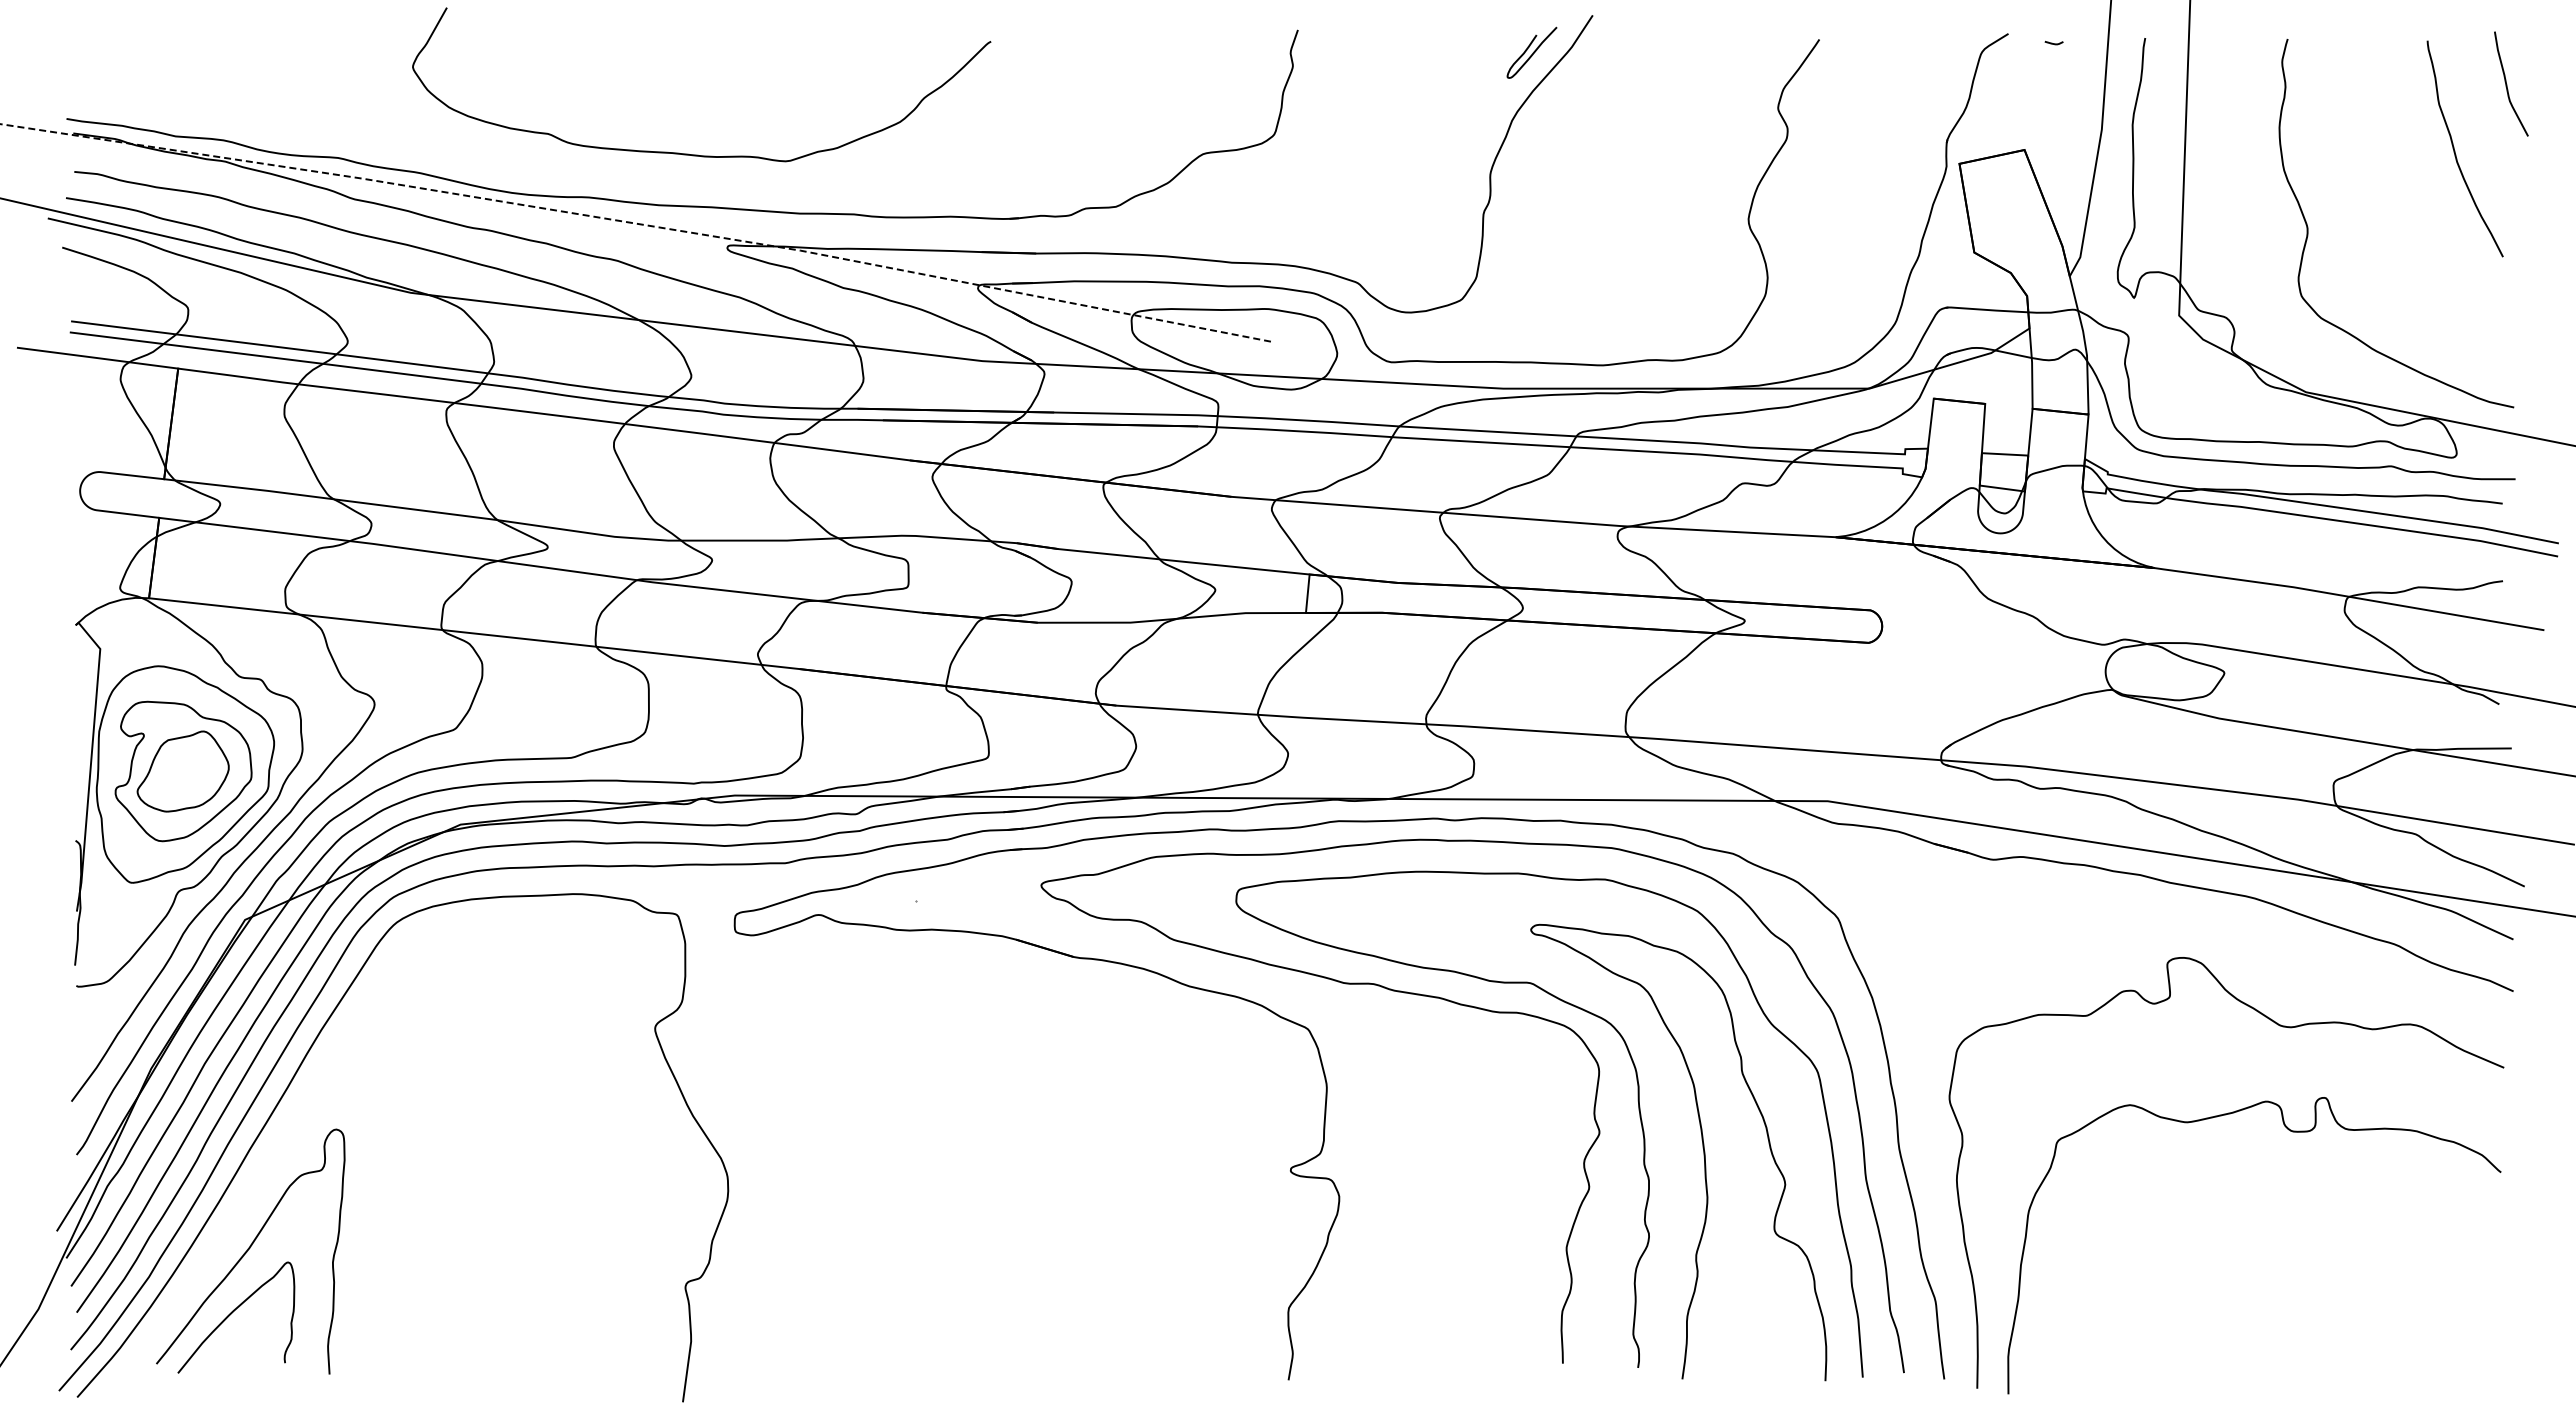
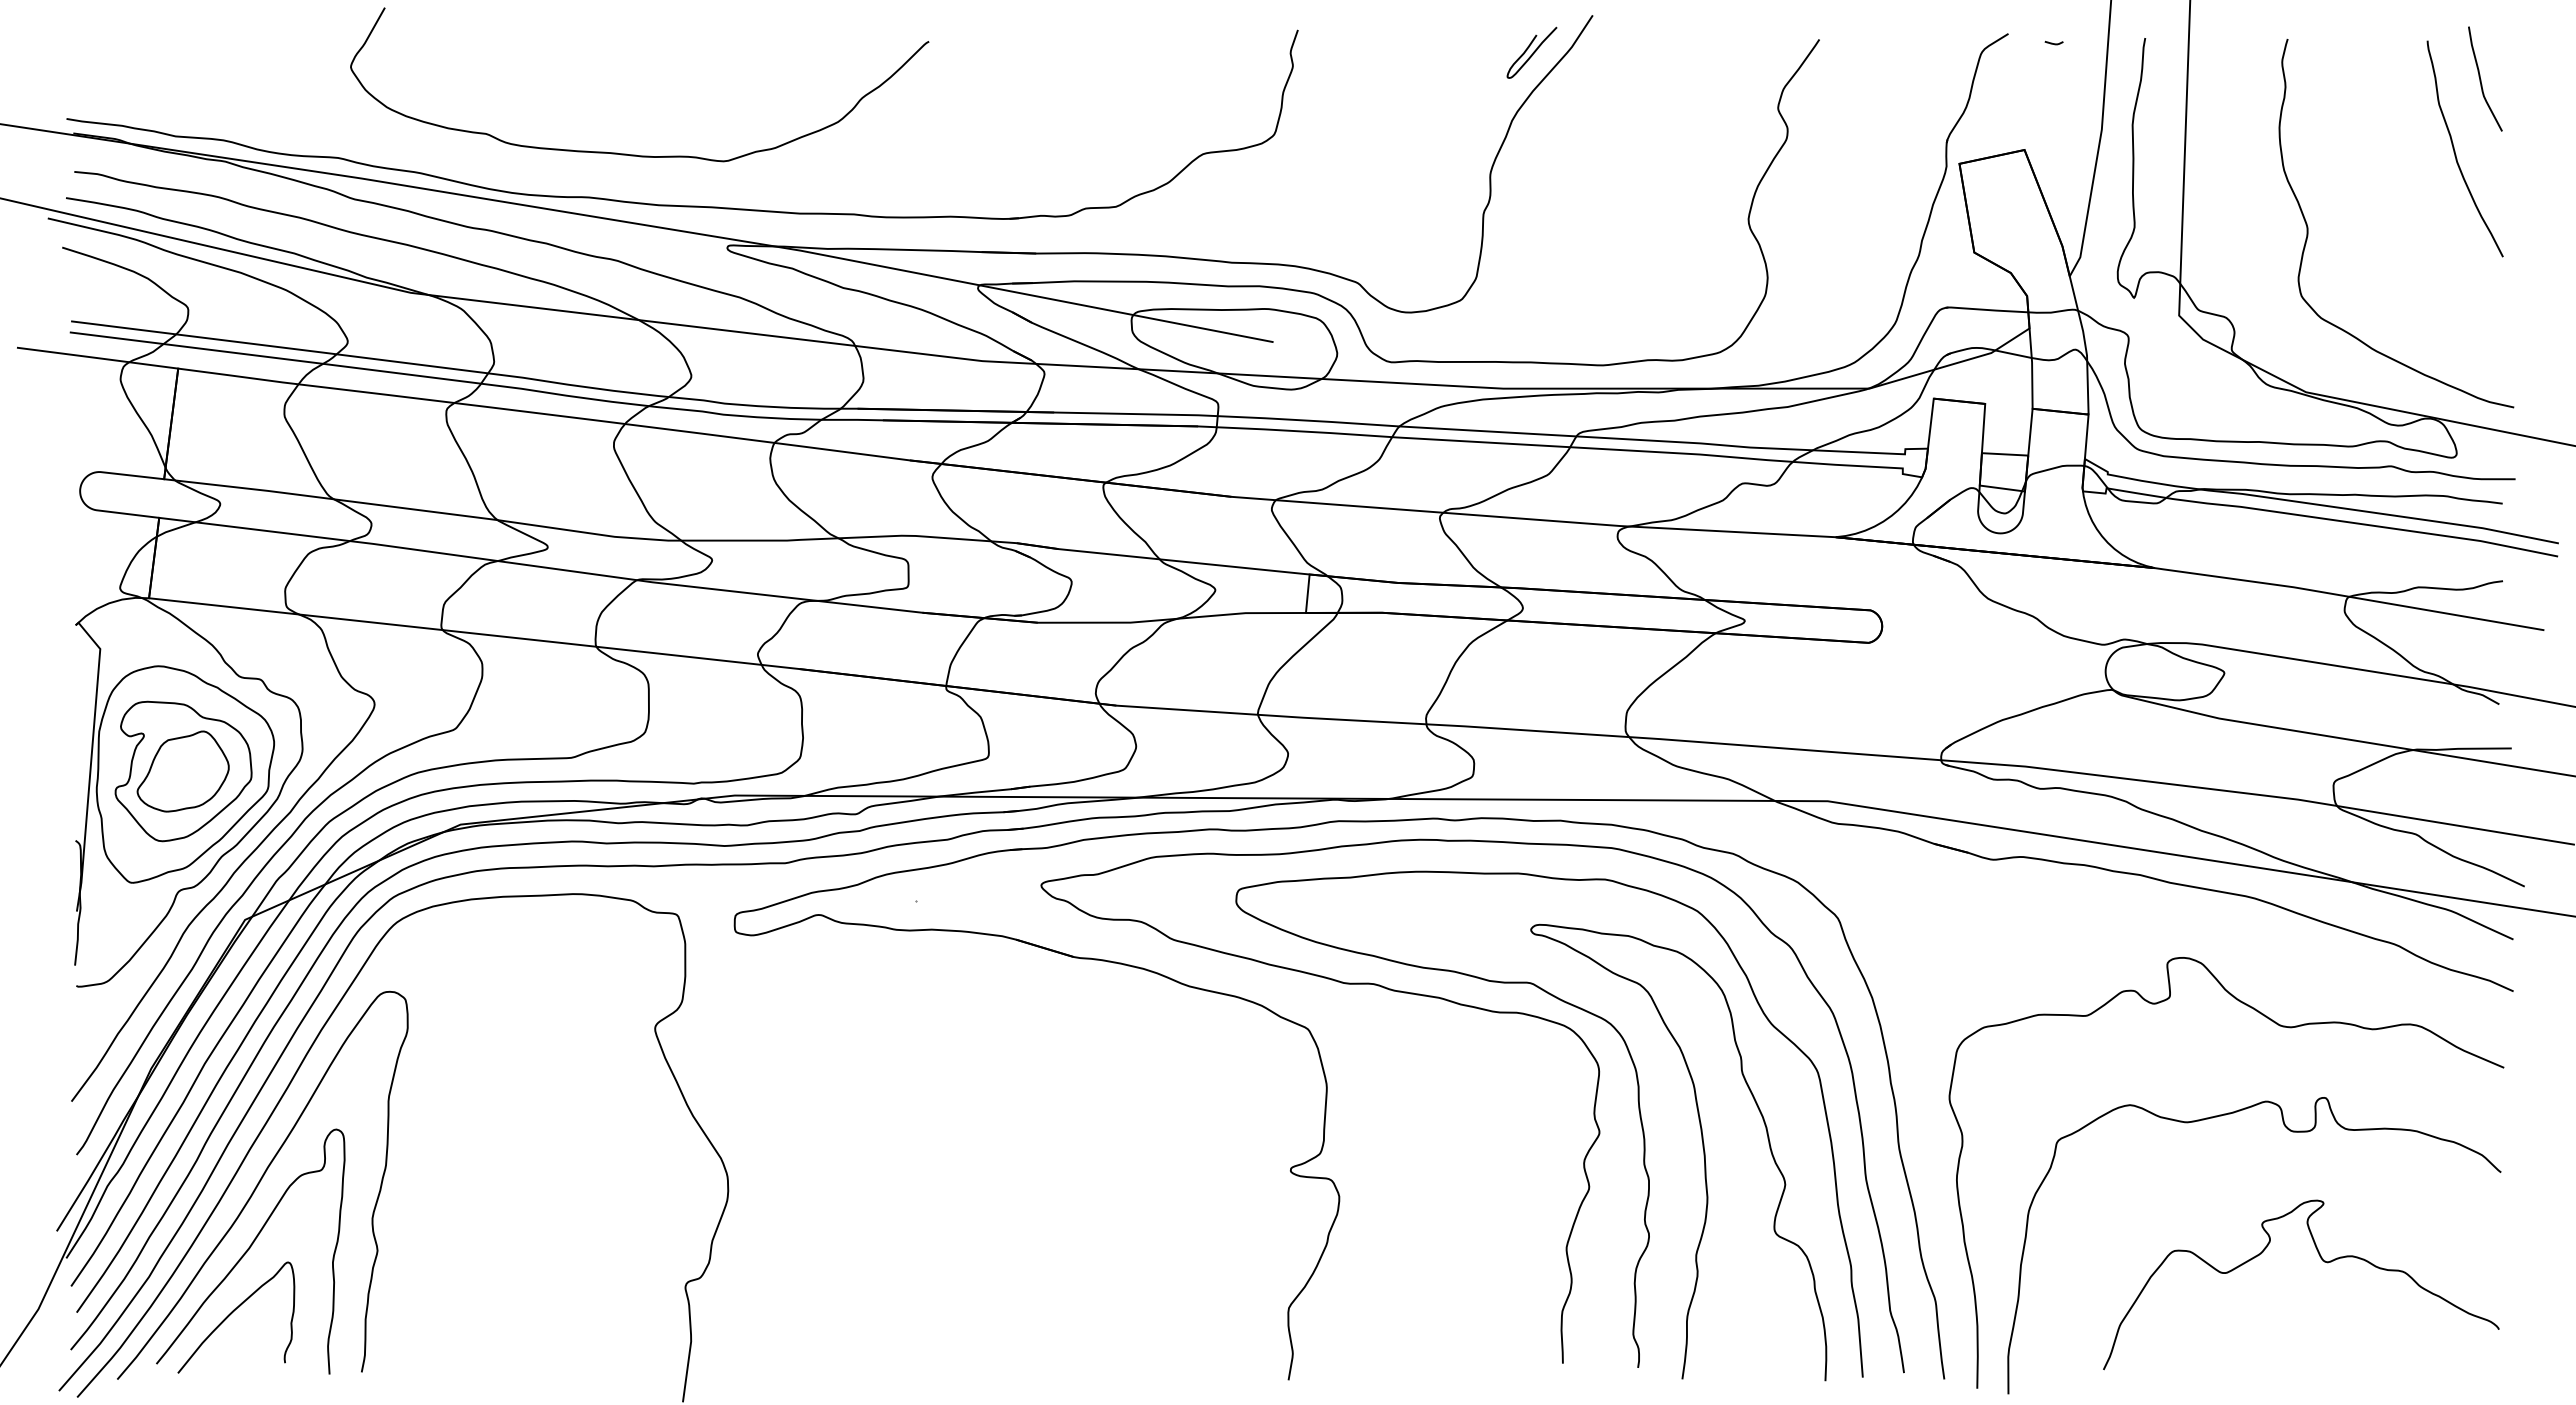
curve at (2507, 84) position: (2507, 84) -> (2481, 79)
curve at (698, 154) position: (698, 154) -> (636, 154)
line at (639, 224): dashed -> solid
curve at (260, 1182): none -> present
curve at (2323, 1261): none -> present
